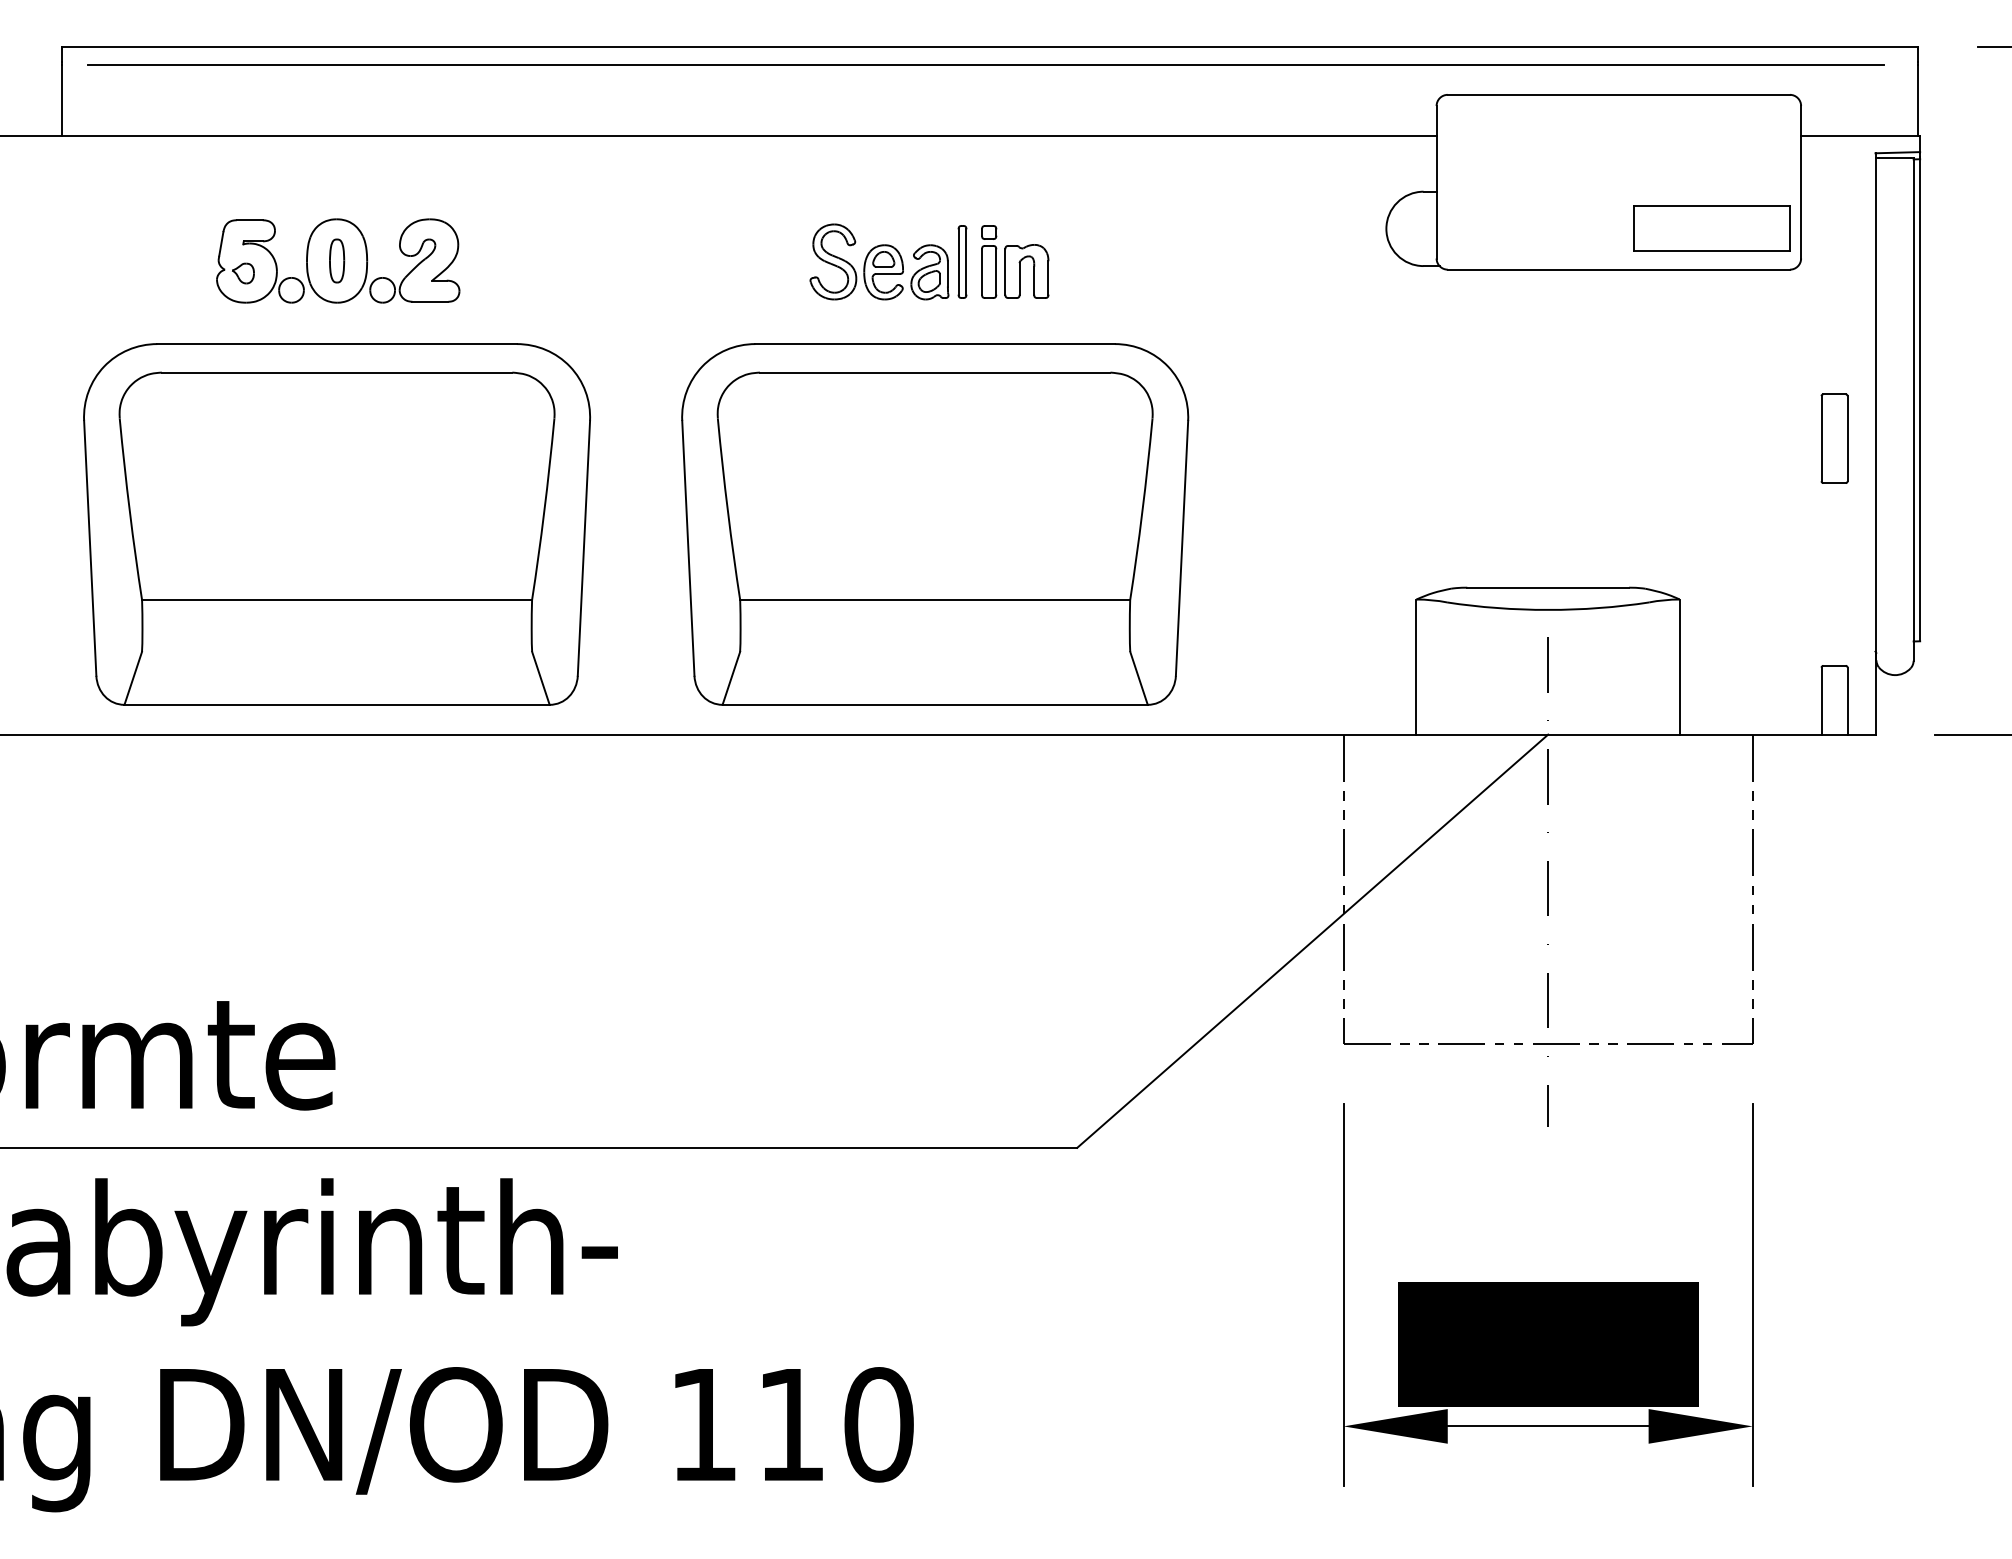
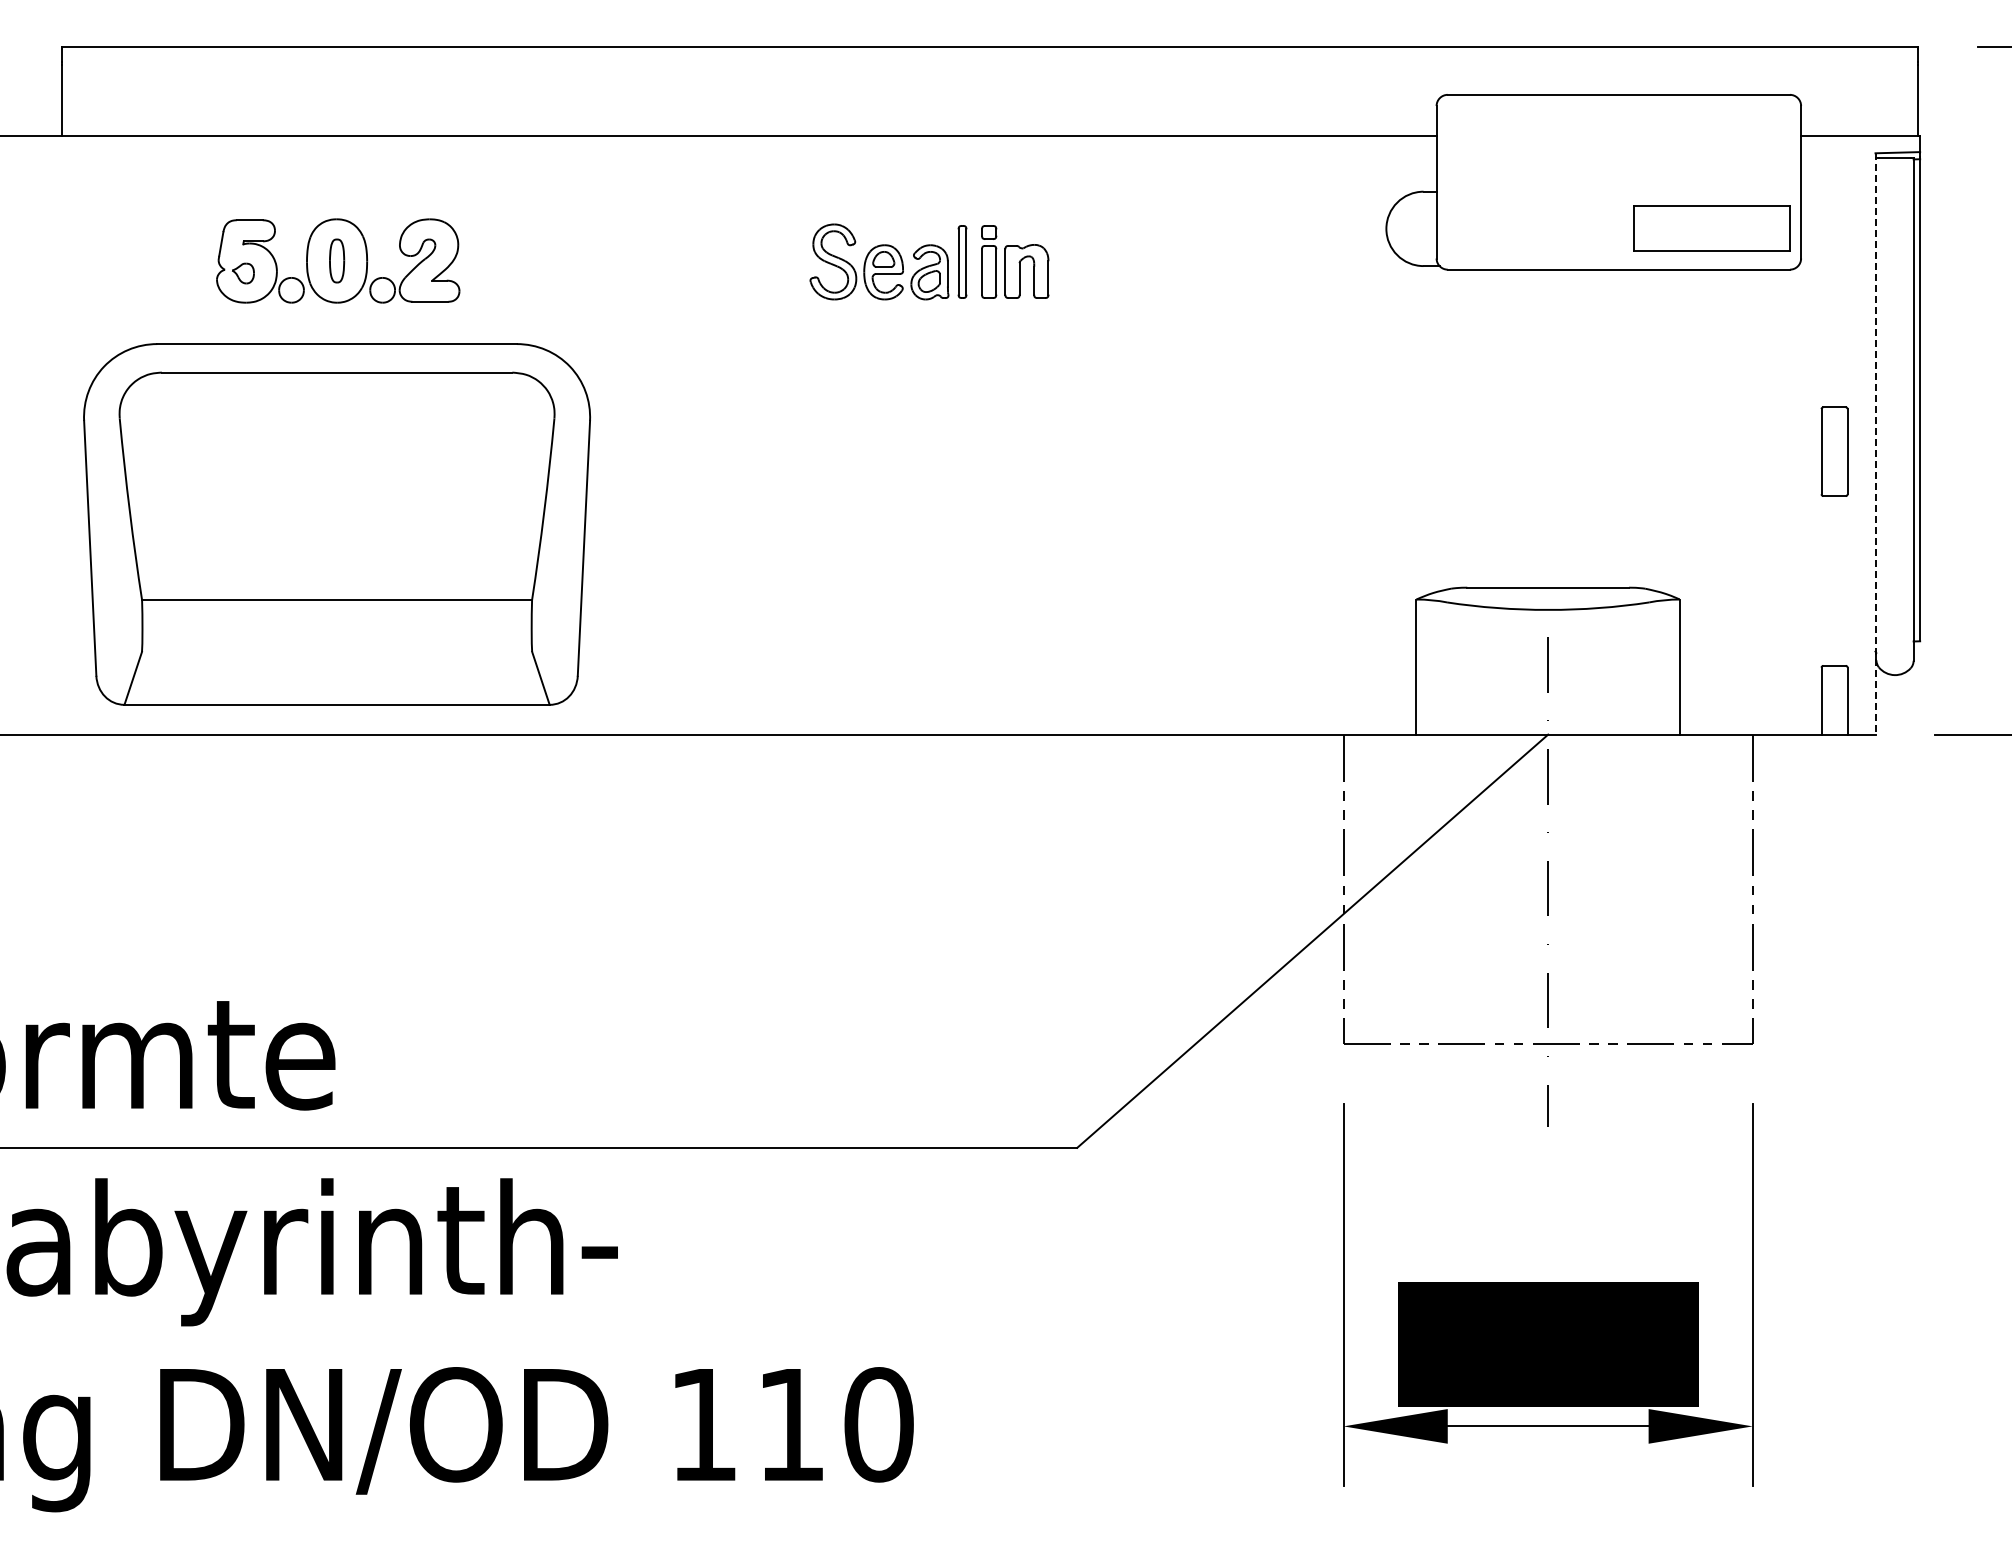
line at (985, 65): present -> none
part at (1834, 438) position: (1834, 438) -> (1834, 451)
line at (1875, 443): solid -> dashed
part at (935, 524): present -> none
